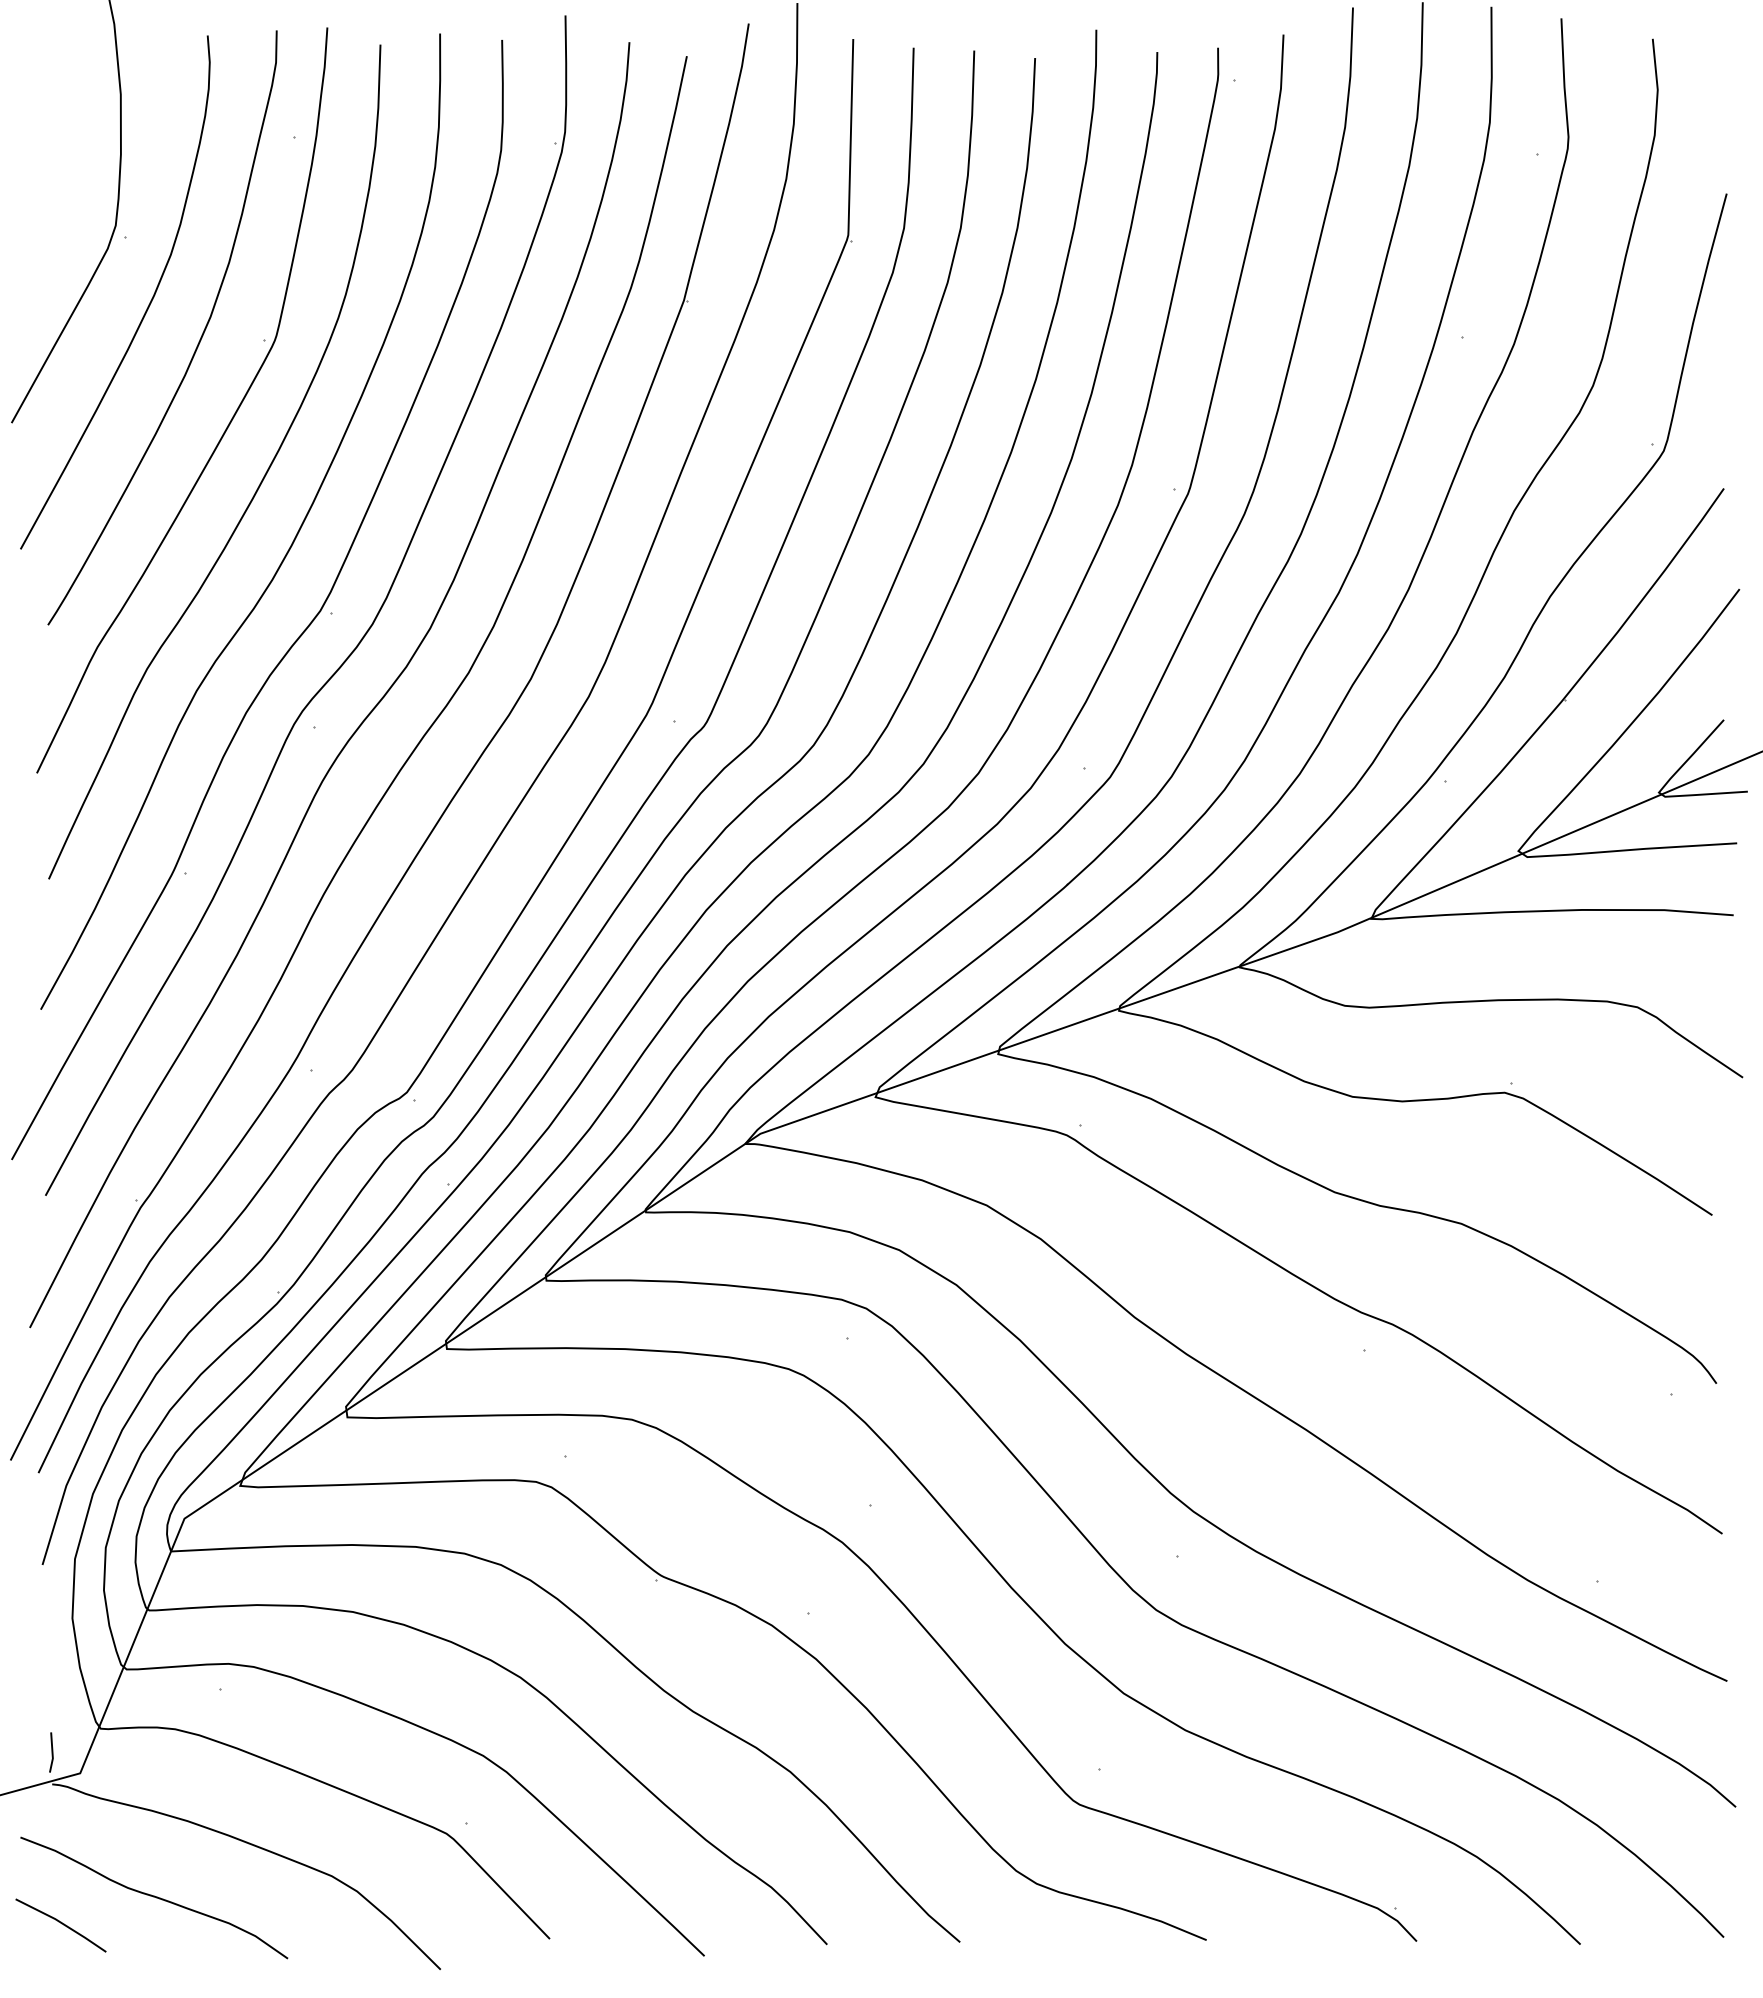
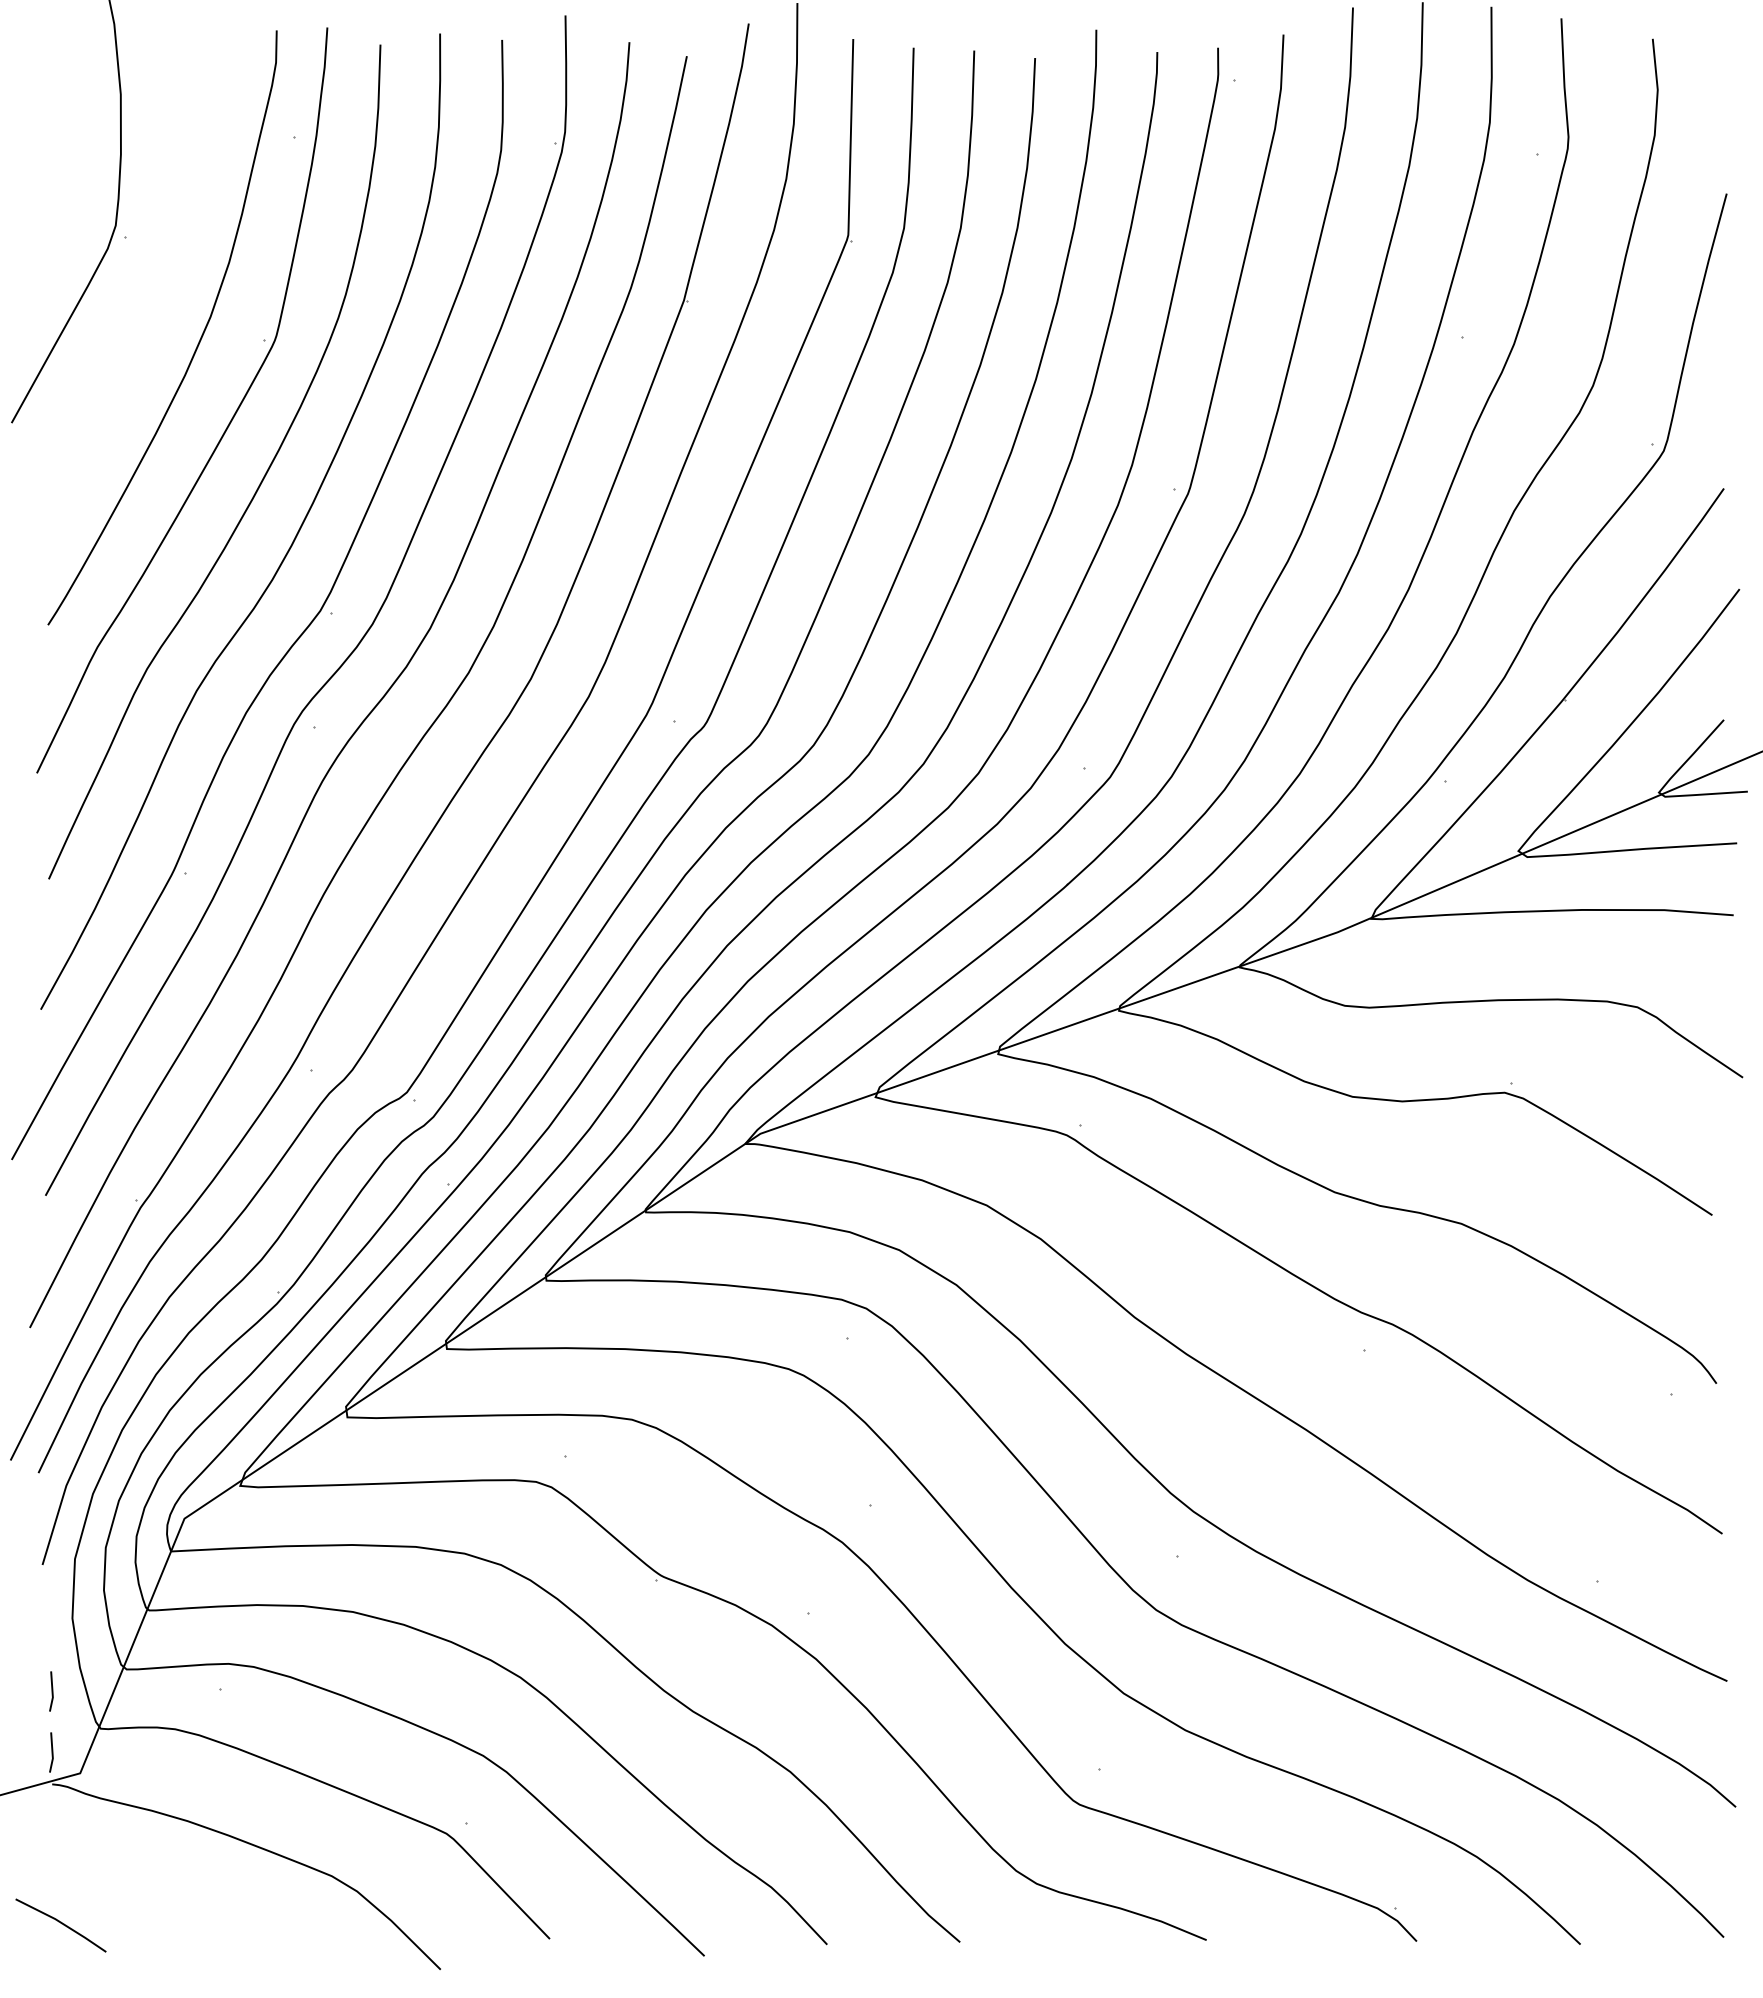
curve at (146, 308): present -> none
line at (51, 1691): none -> present
curve at (154, 1897): present -> none
